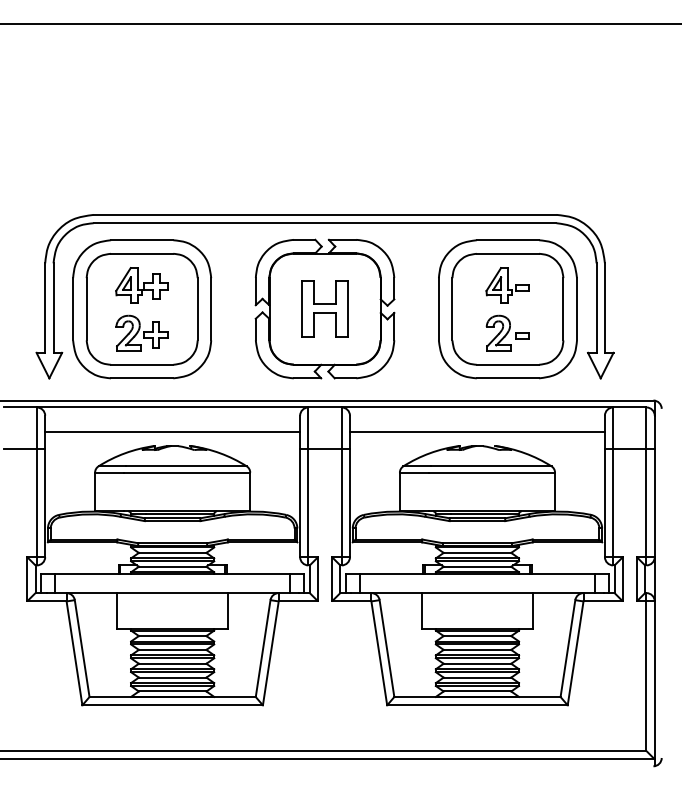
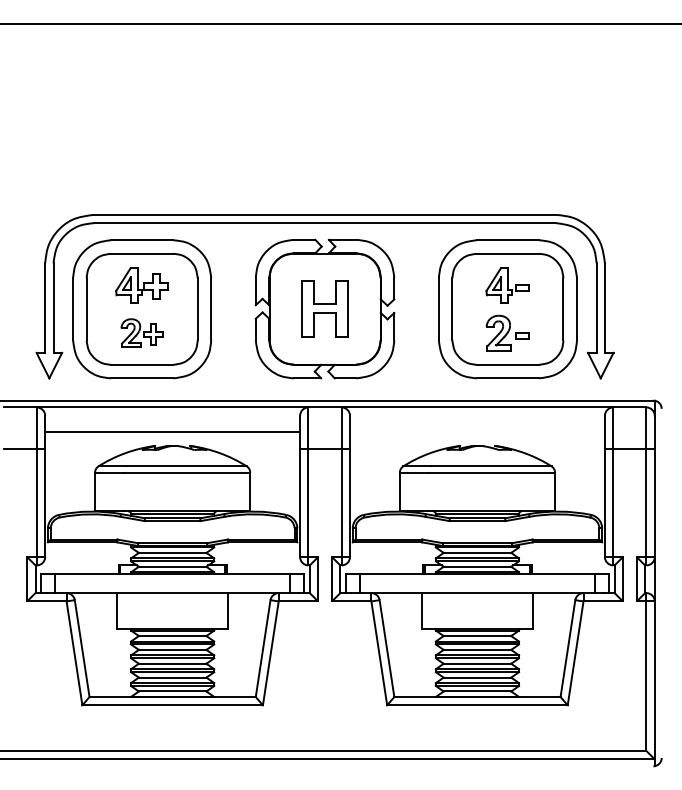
part at (141, 332) size: 54x38 px -> 44x30 px
line at (477, 432): present -> none
